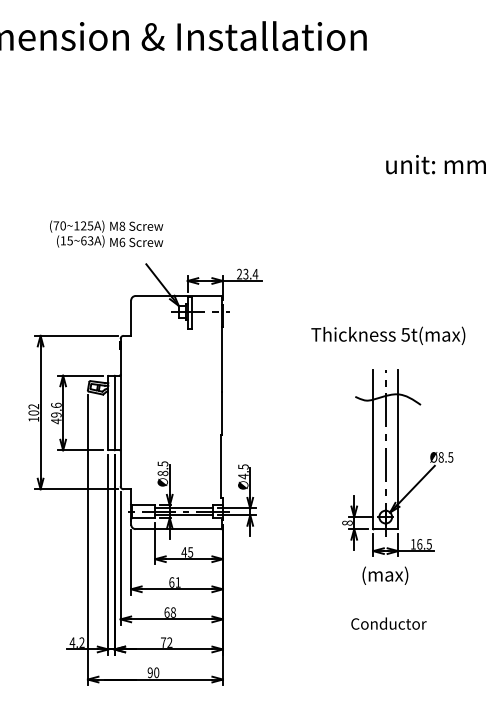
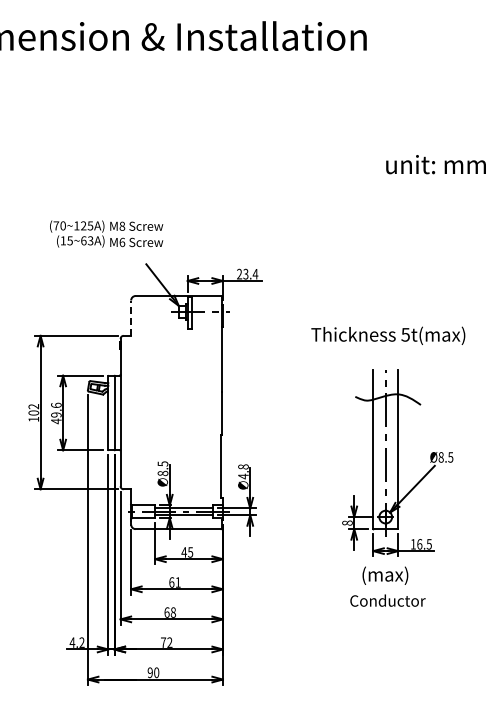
line at (131, 318): solid -> dashed
text at (243, 466): 4.5 -> 4.8
text at (388, 623) position: (388, 623) -> (387, 600)
